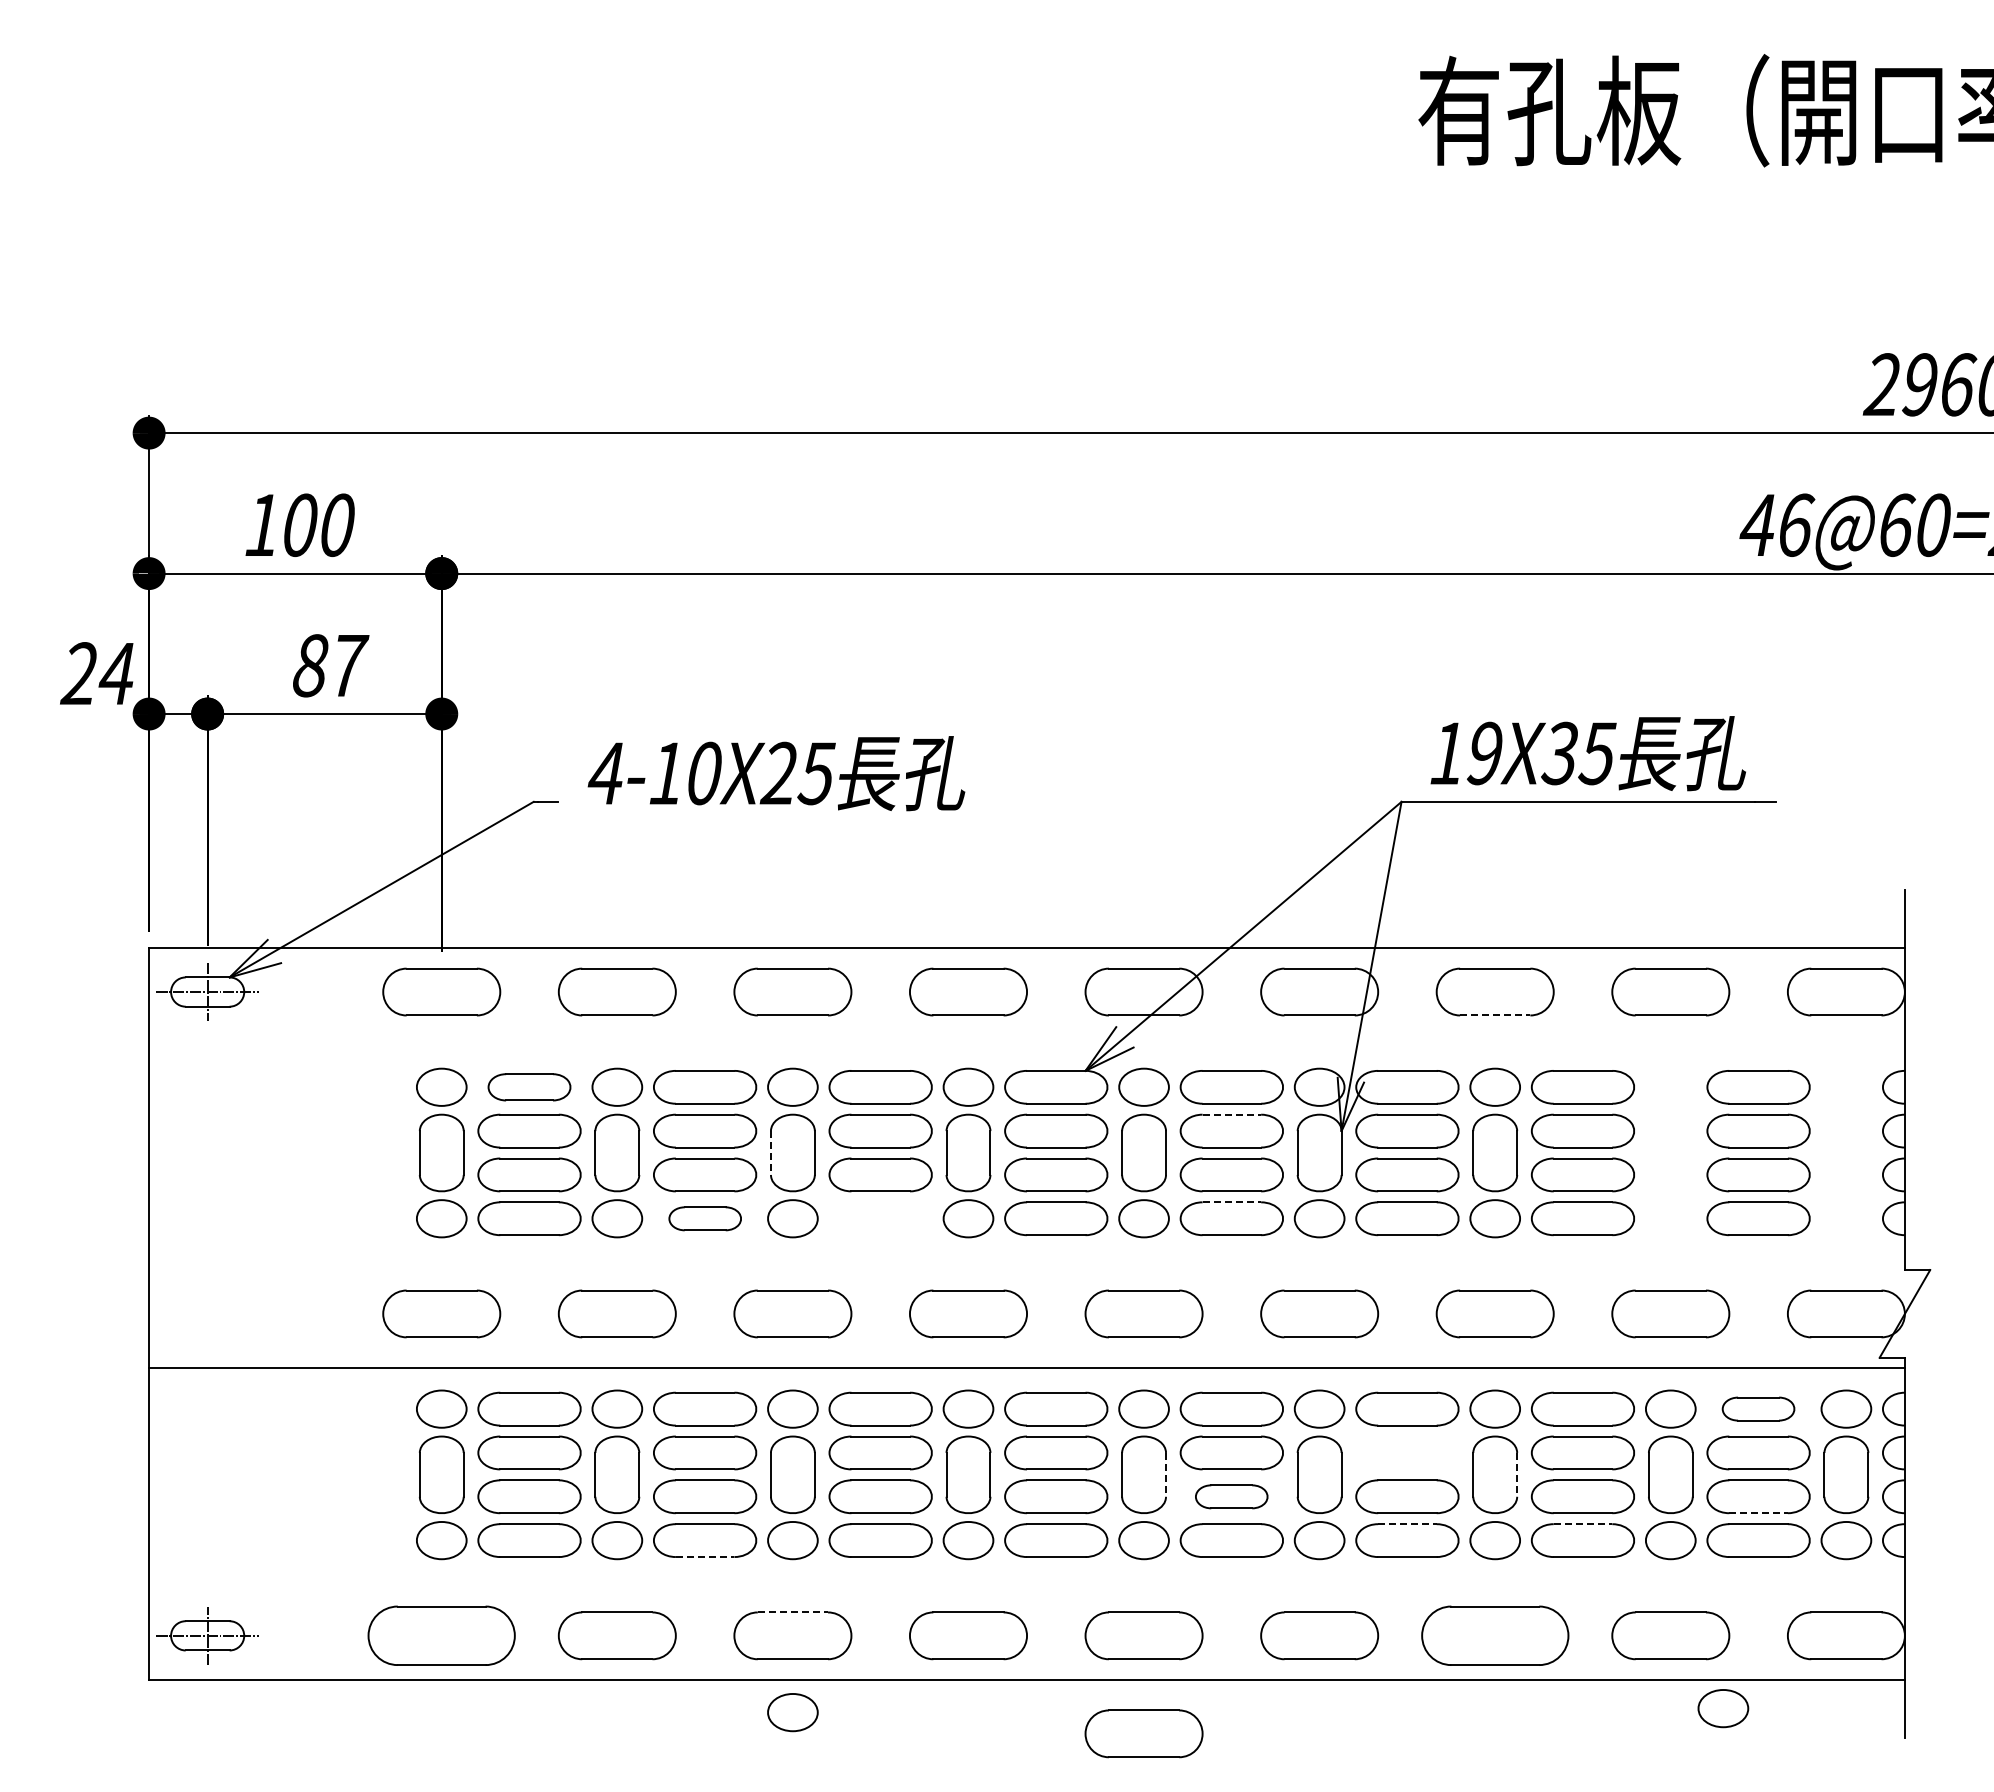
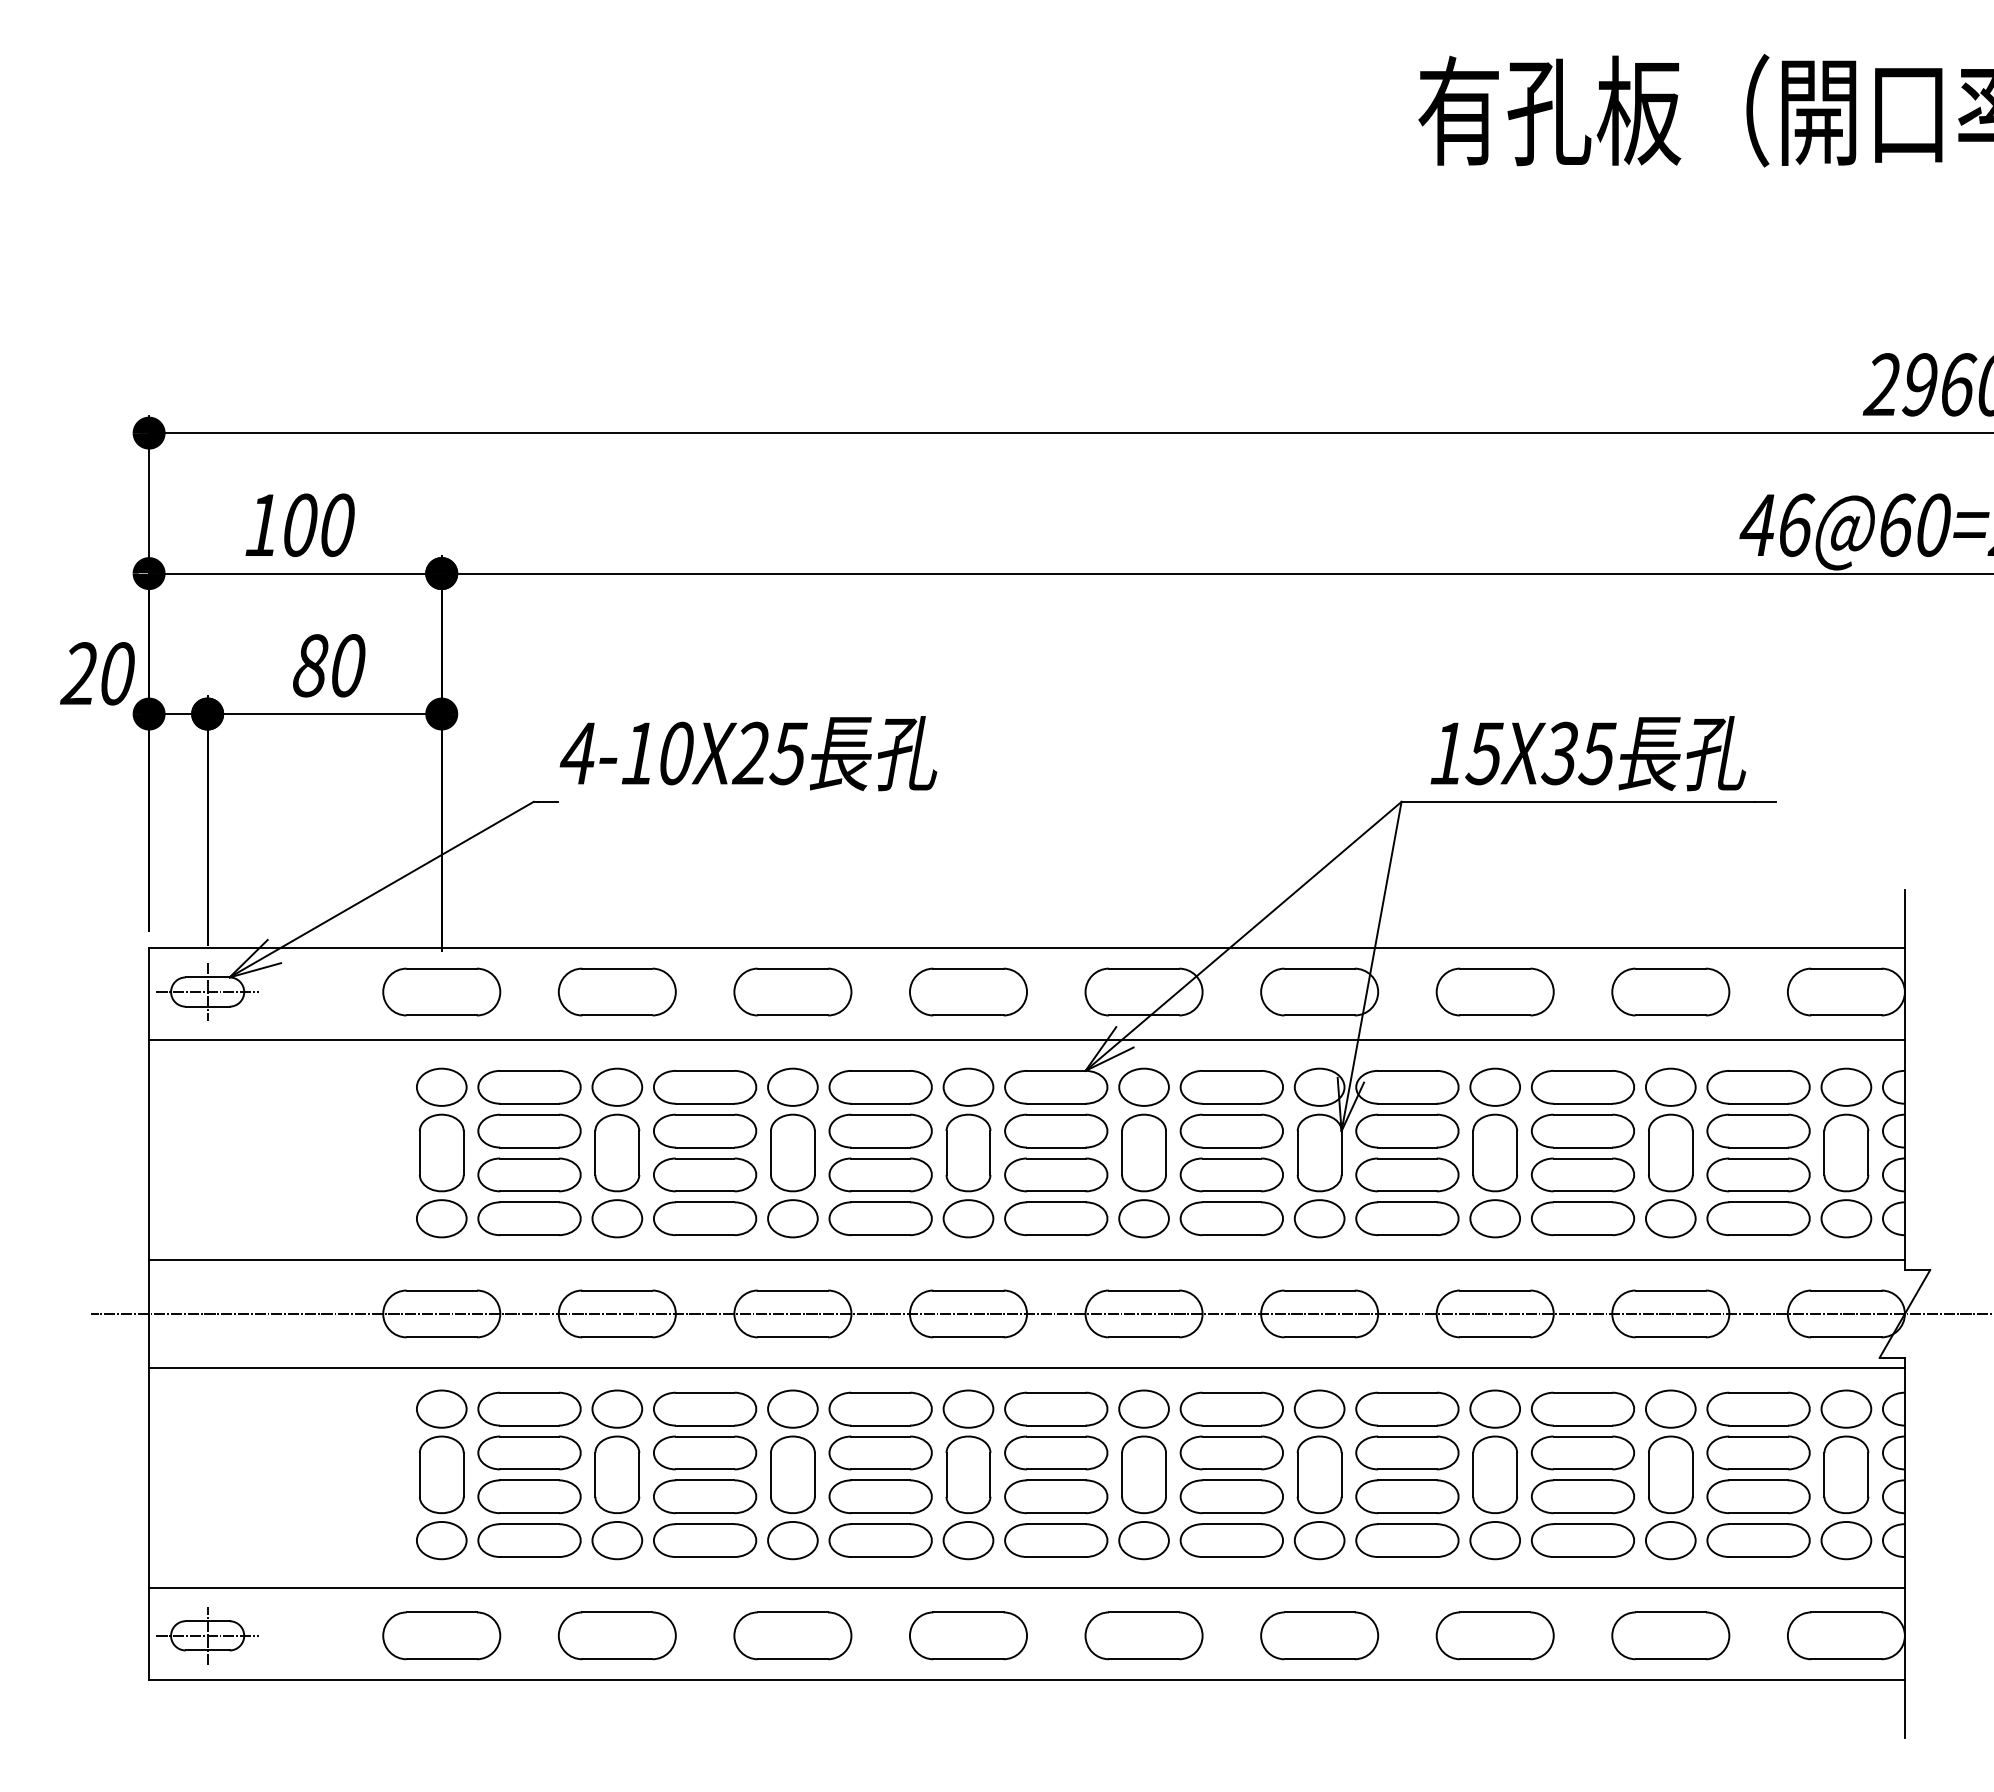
text at (350, 665): 87 -> 80
text at (116, 673): 24 -> 20
text at (1484, 753): 19X35 -> 15X35
text at (776, 773) position: (776, 773) -> (748, 753)
line at (1495, 1015): dashed -> solid
line at (1026, 1040): none -> present
part at (529, 1087) size: 85x29 px -> 105x35 px
line at (1232, 1114): dashed -> solid
part at (1670, 1152): none -> present
part at (1846, 1152): none -> present
line at (770, 1153): dashed -> solid
line at (1232, 1202): dashed -> solid
part at (704, 1218) size: 74x26 px -> 105x36 px
part at (880, 1218): none -> present
line at (1026, 1259): none -> present
line at (1040, 1313): none -> present
part at (1758, 1408) size: 75x26 px -> 105x36 px
part at (1407, 1452): none -> present
line at (1166, 1474): dashed -> solid
line at (1517, 1474): dashed -> solid
part at (1231, 1496) size: 74x26 px -> 105x36 px
line at (1759, 1513): dashed -> solid
line at (1407, 1524): dashed -> solid
line at (1583, 1524): dashed -> solid
line at (705, 1557): dashed -> solid
line at (1026, 1587): none -> present
line at (793, 1612): dashed -> solid
part at (441, 1635) size: 149x61 px -> 120x50 px
part at (1495, 1635) size: 149x61 px -> 120x50 px
part at (1723, 1708): present -> none
part at (792, 1712): present -> none
part at (1143, 1733): present -> none
